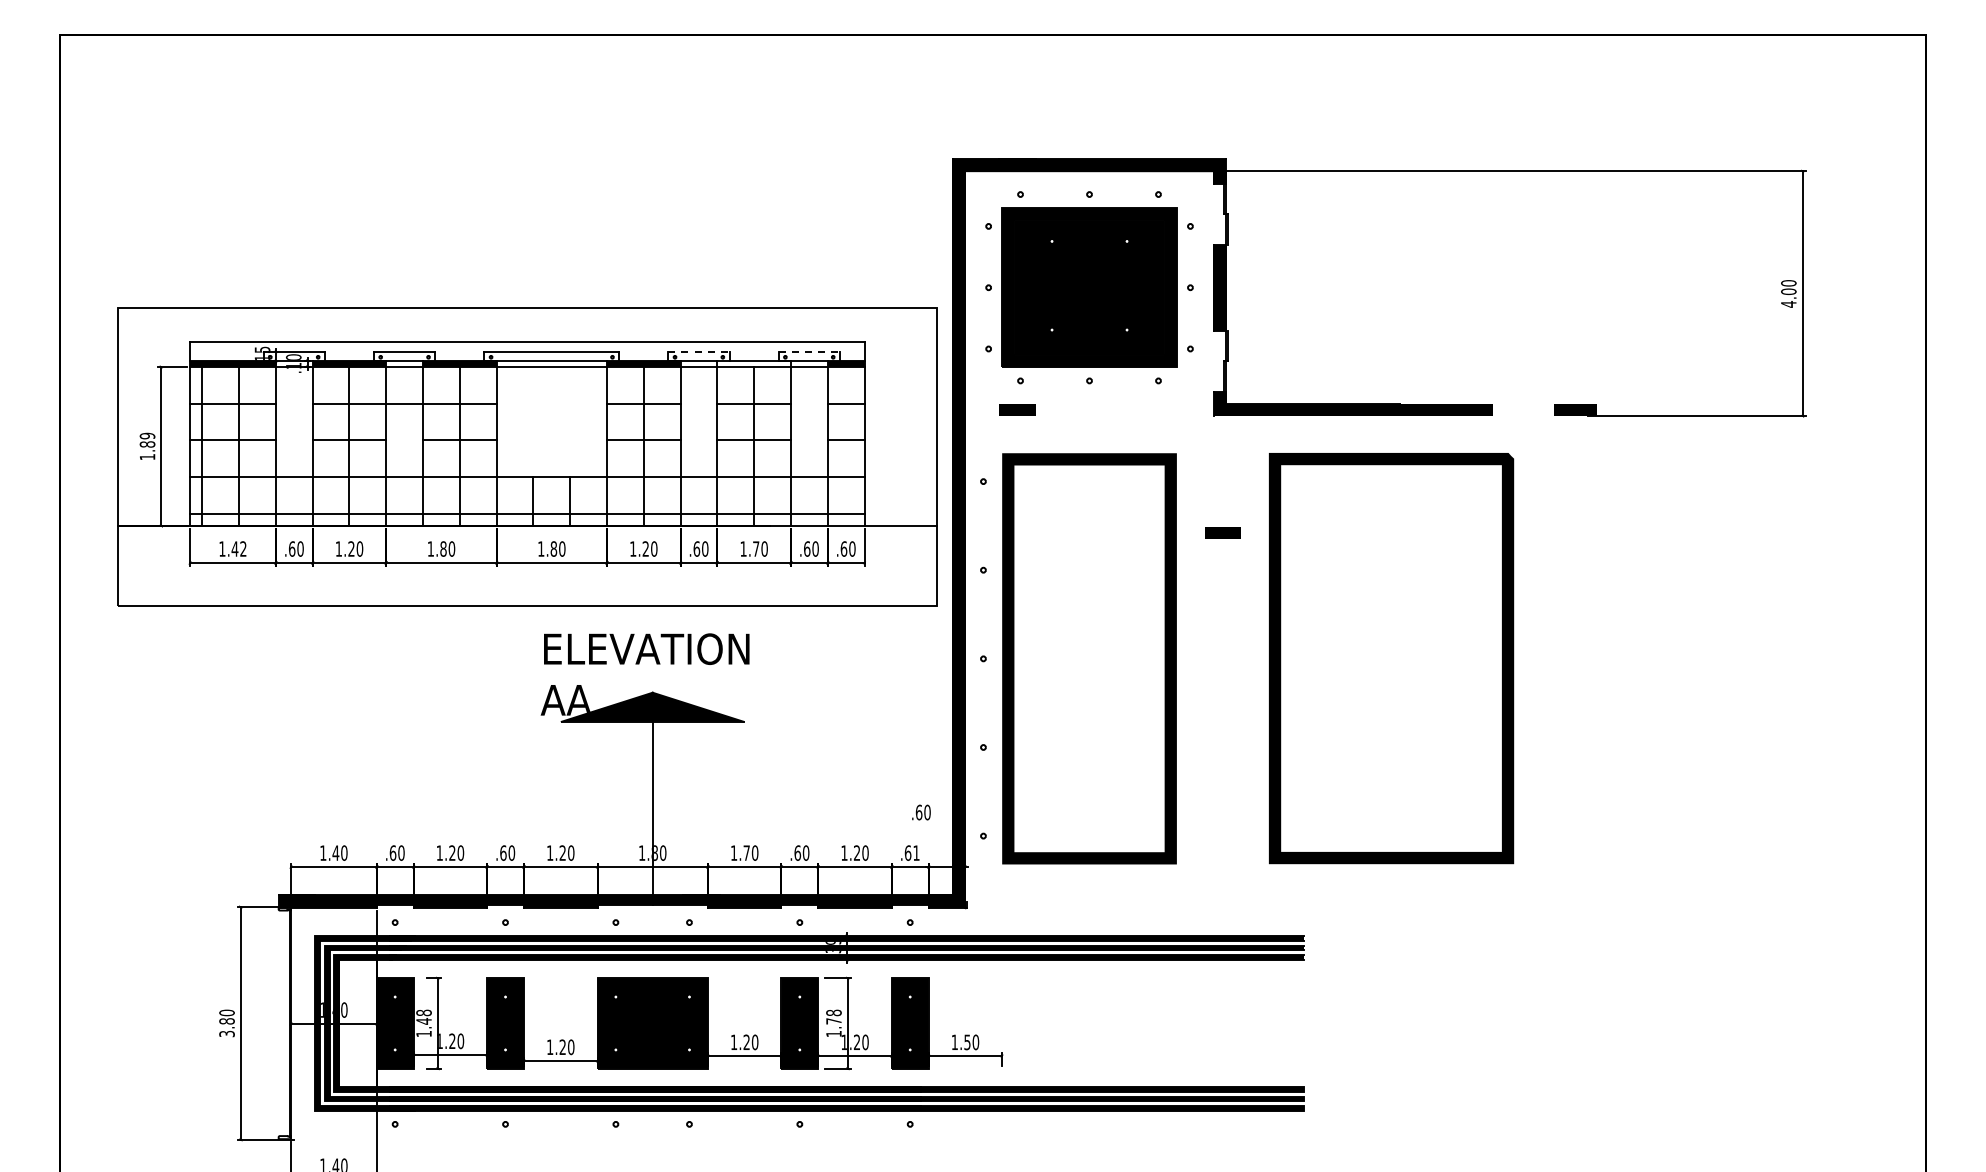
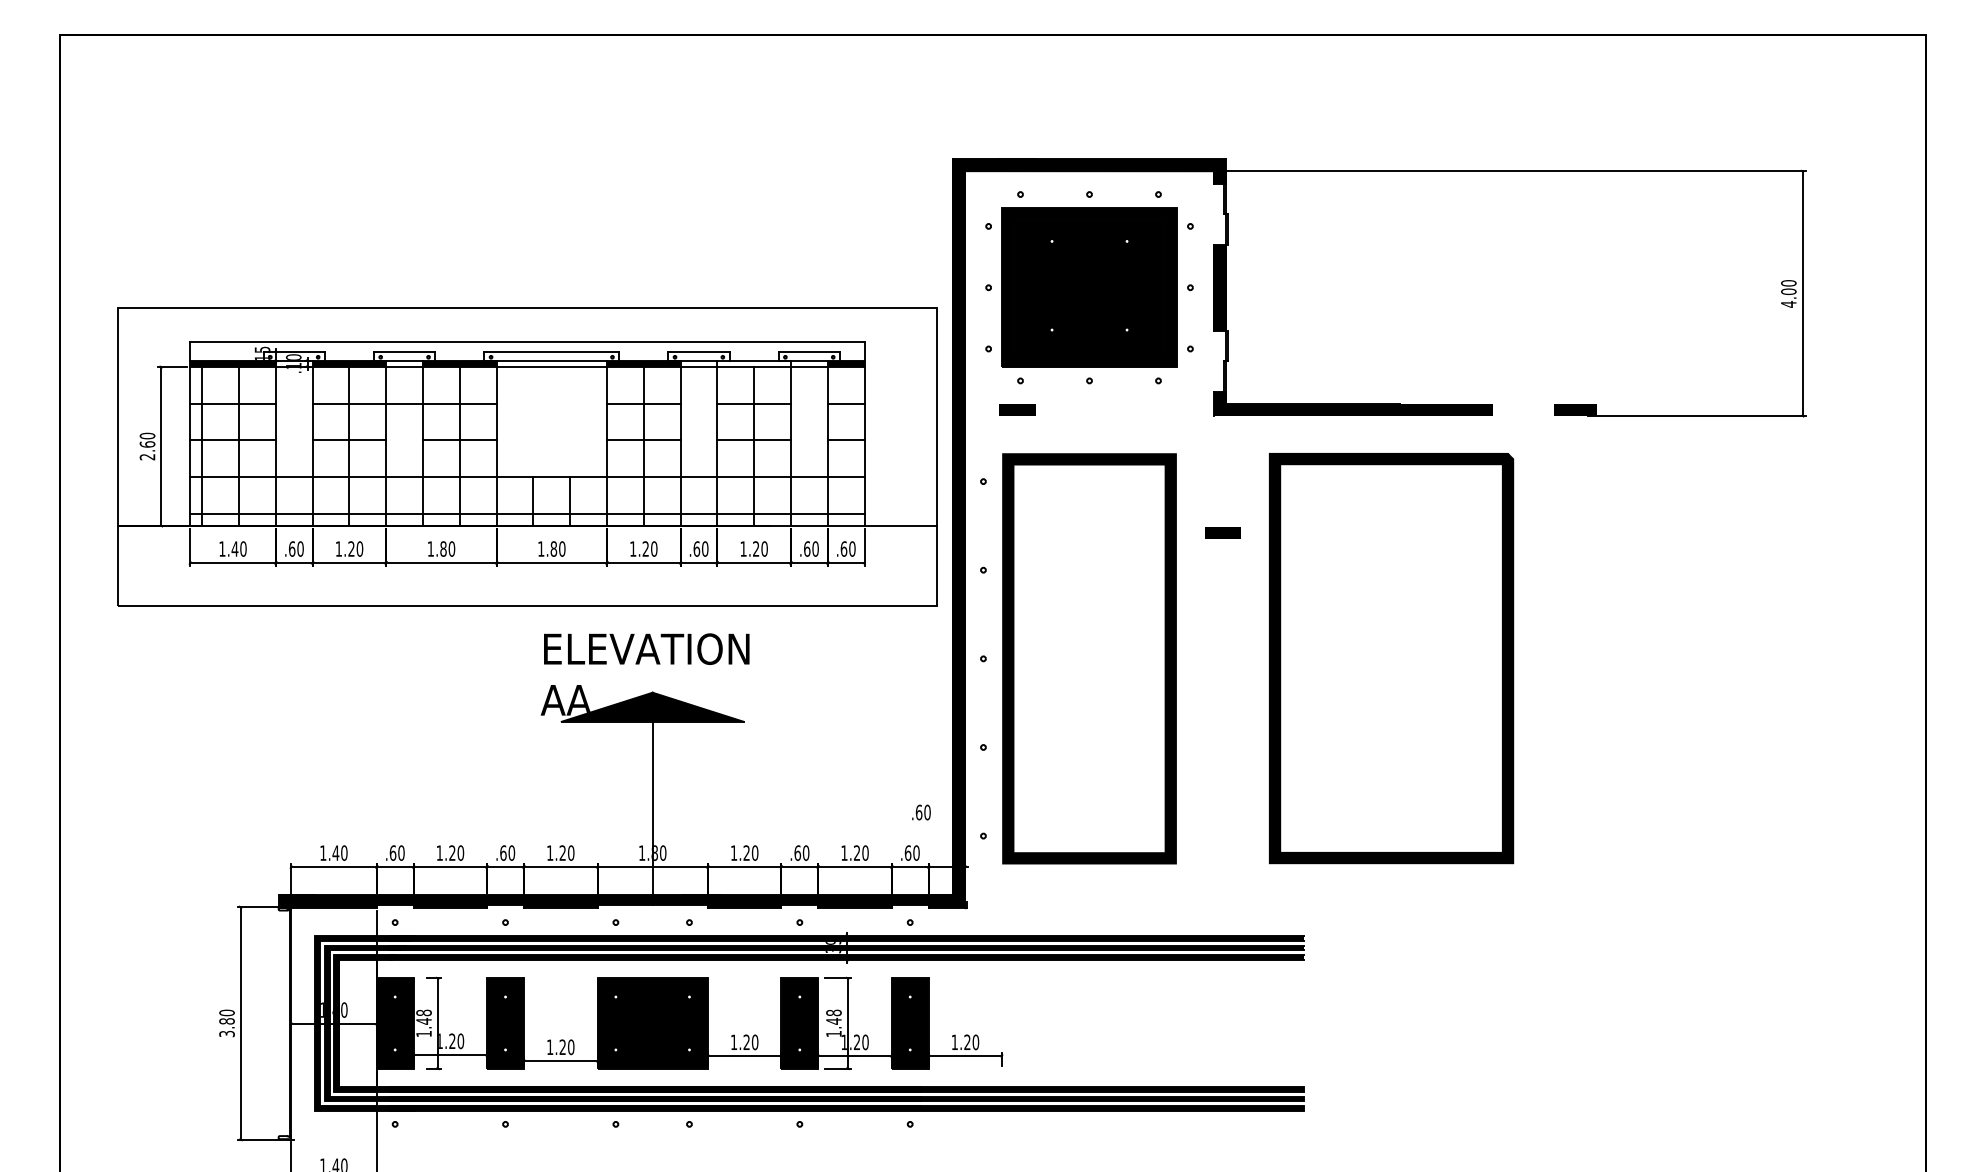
line at (698, 351): dashed -> solid
line at (809, 351): dashed -> solid
text at (147, 446): 1.89 -> 2.60
text at (243, 548): 1.42 -> 1.40
text at (756, 548): 1.70 -> 1.20
text at (746, 852): 1.70 -> 1.20
text at (916, 852): .61 -> .60
text at (833, 1021): 1.78 -> 1.48
text at (967, 1042): 1.50 -> 1.20
